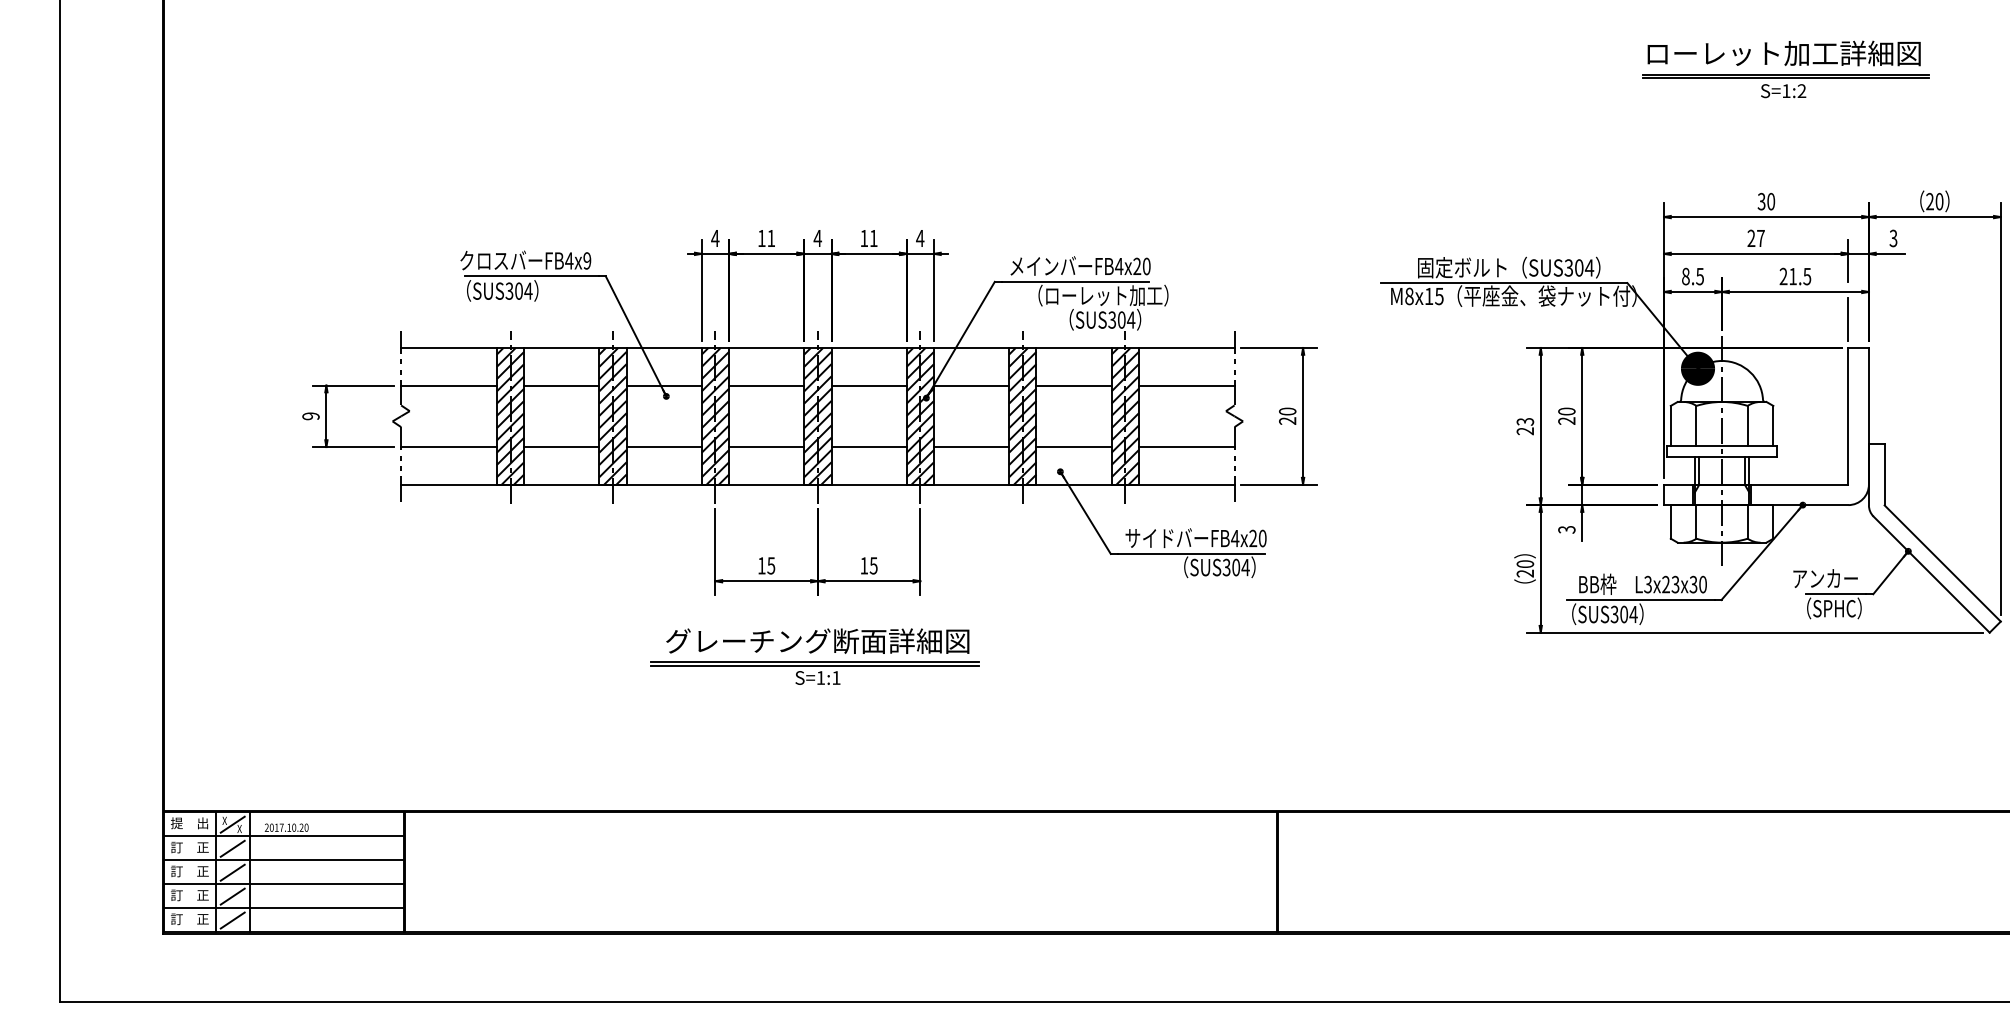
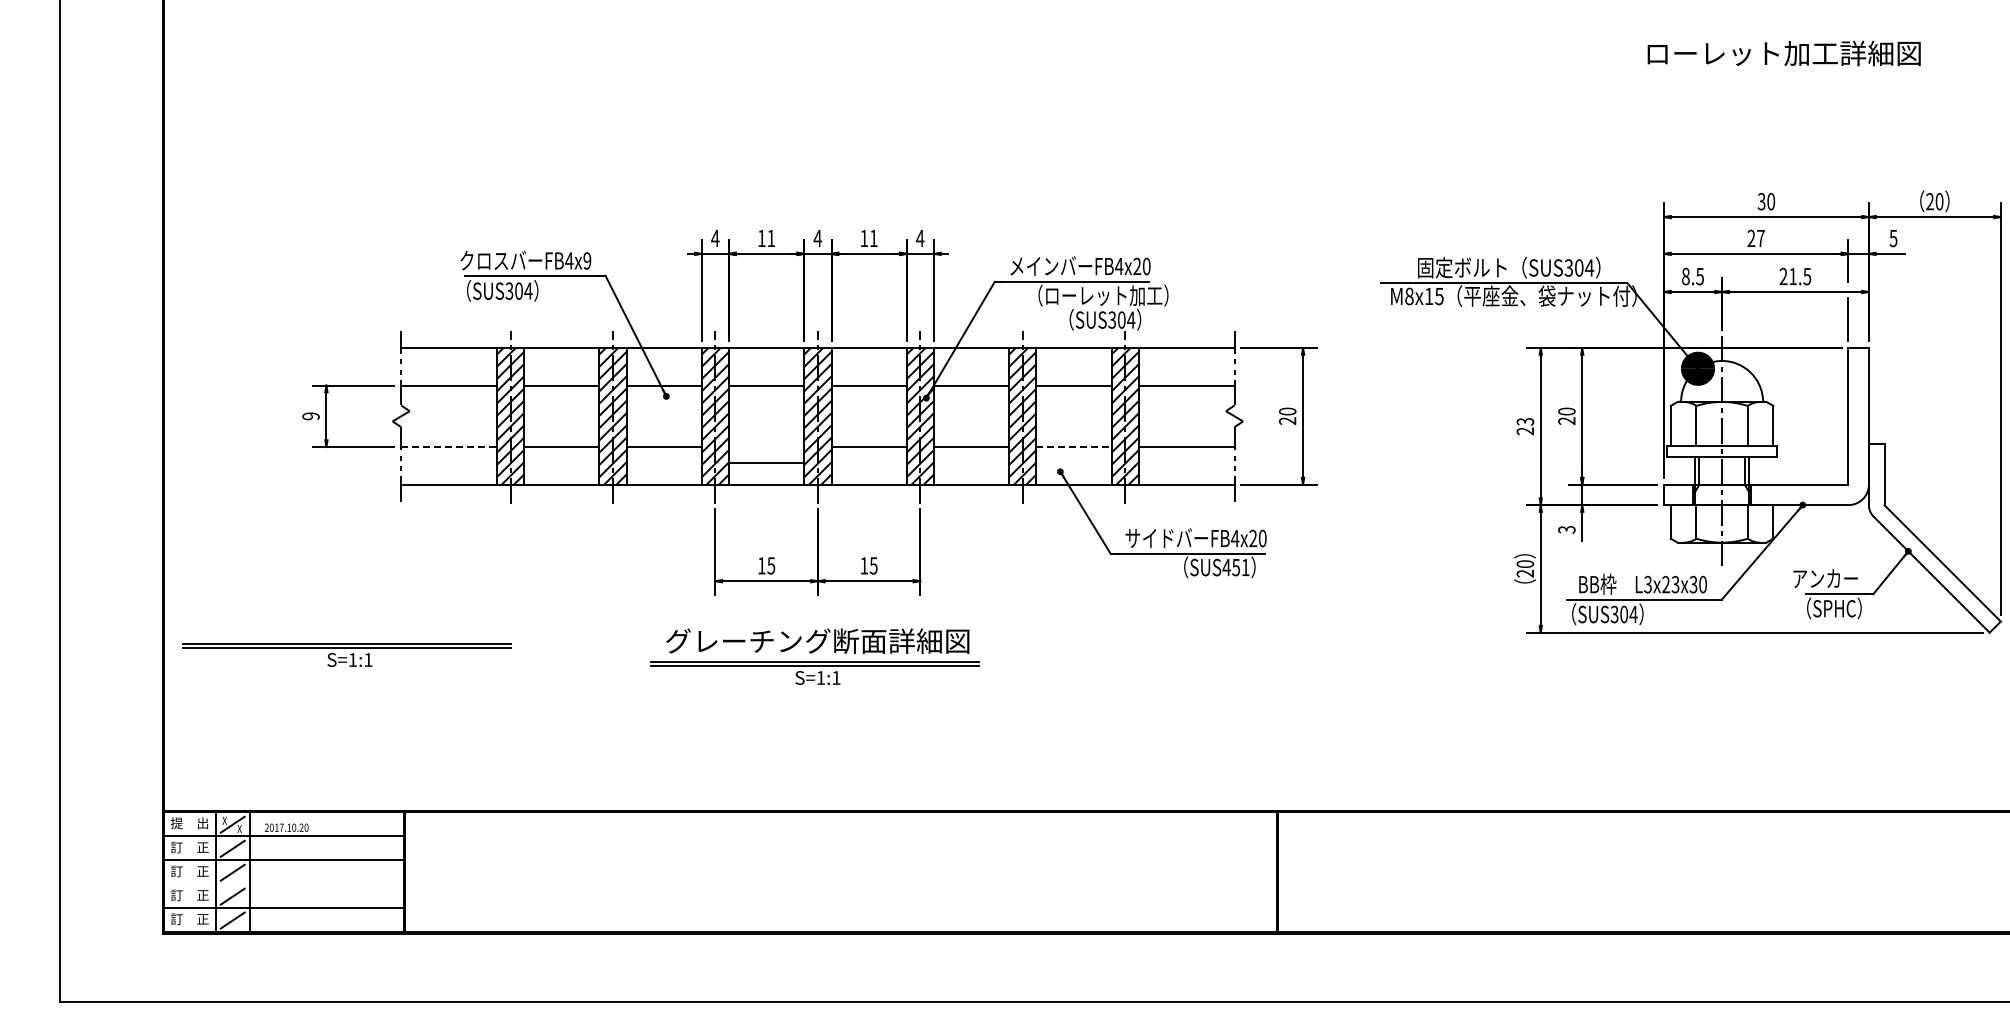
part at (1785, 86): present -> none
text at (1893, 237): 3 -> 5
line at (449, 447): solid -> dashed
line at (766, 447) position: (766, 447) -> (766, 463)
line at (1074, 447): solid -> dashed
text at (1235, 567): SUS304 -> SUS451
part at (346, 654): none -> present
line at (283, 884): present -> none
